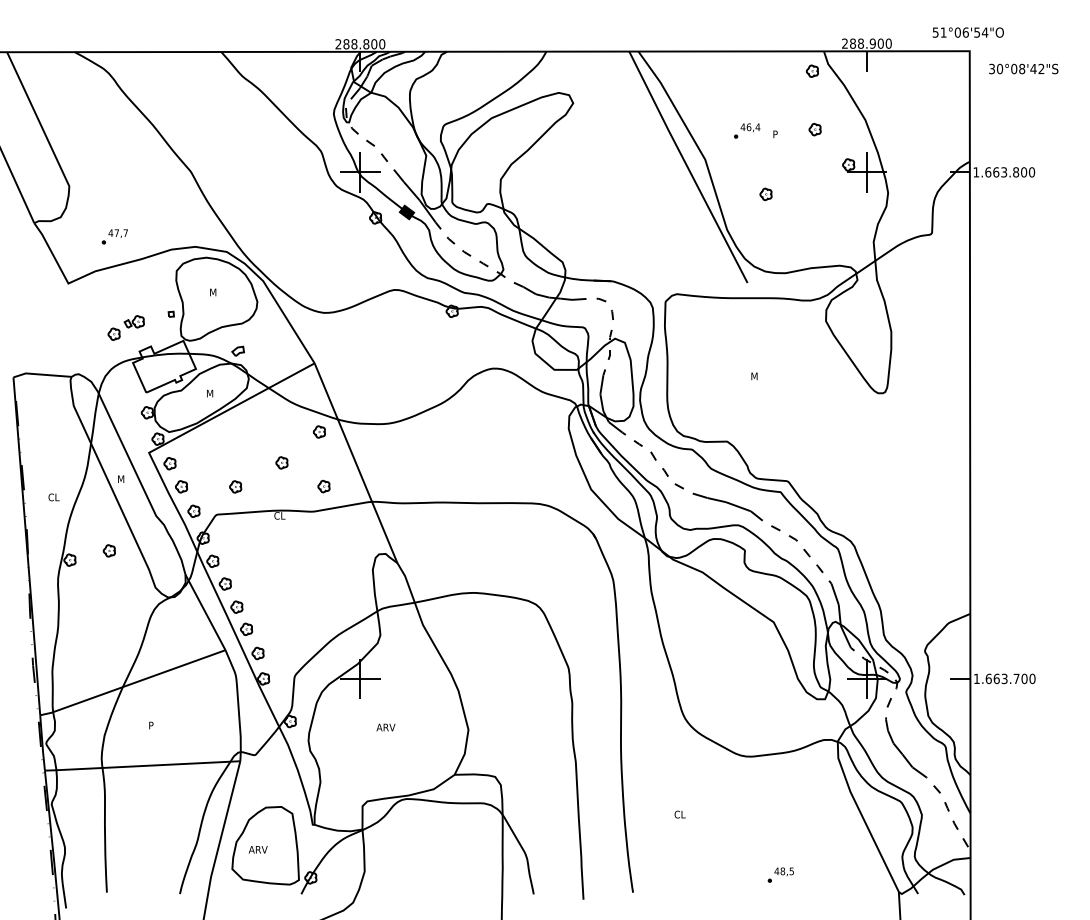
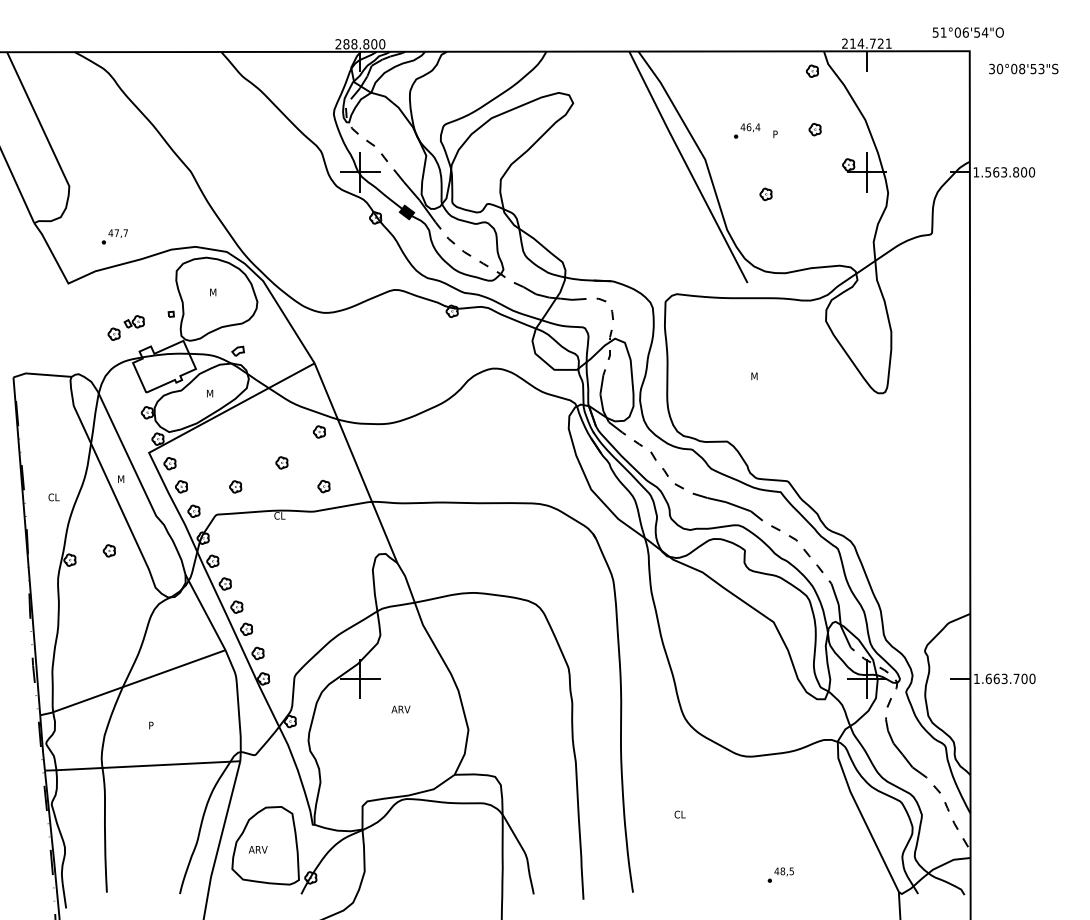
text at (870, 43): 288.900 -> 214.721
text at (1037, 69): 30°08'42"S -> 30°08'53"S
text at (988, 172): 1.663.800 -> 1.563.800
text at (385, 727) position: (385, 727) -> (400, 709)
